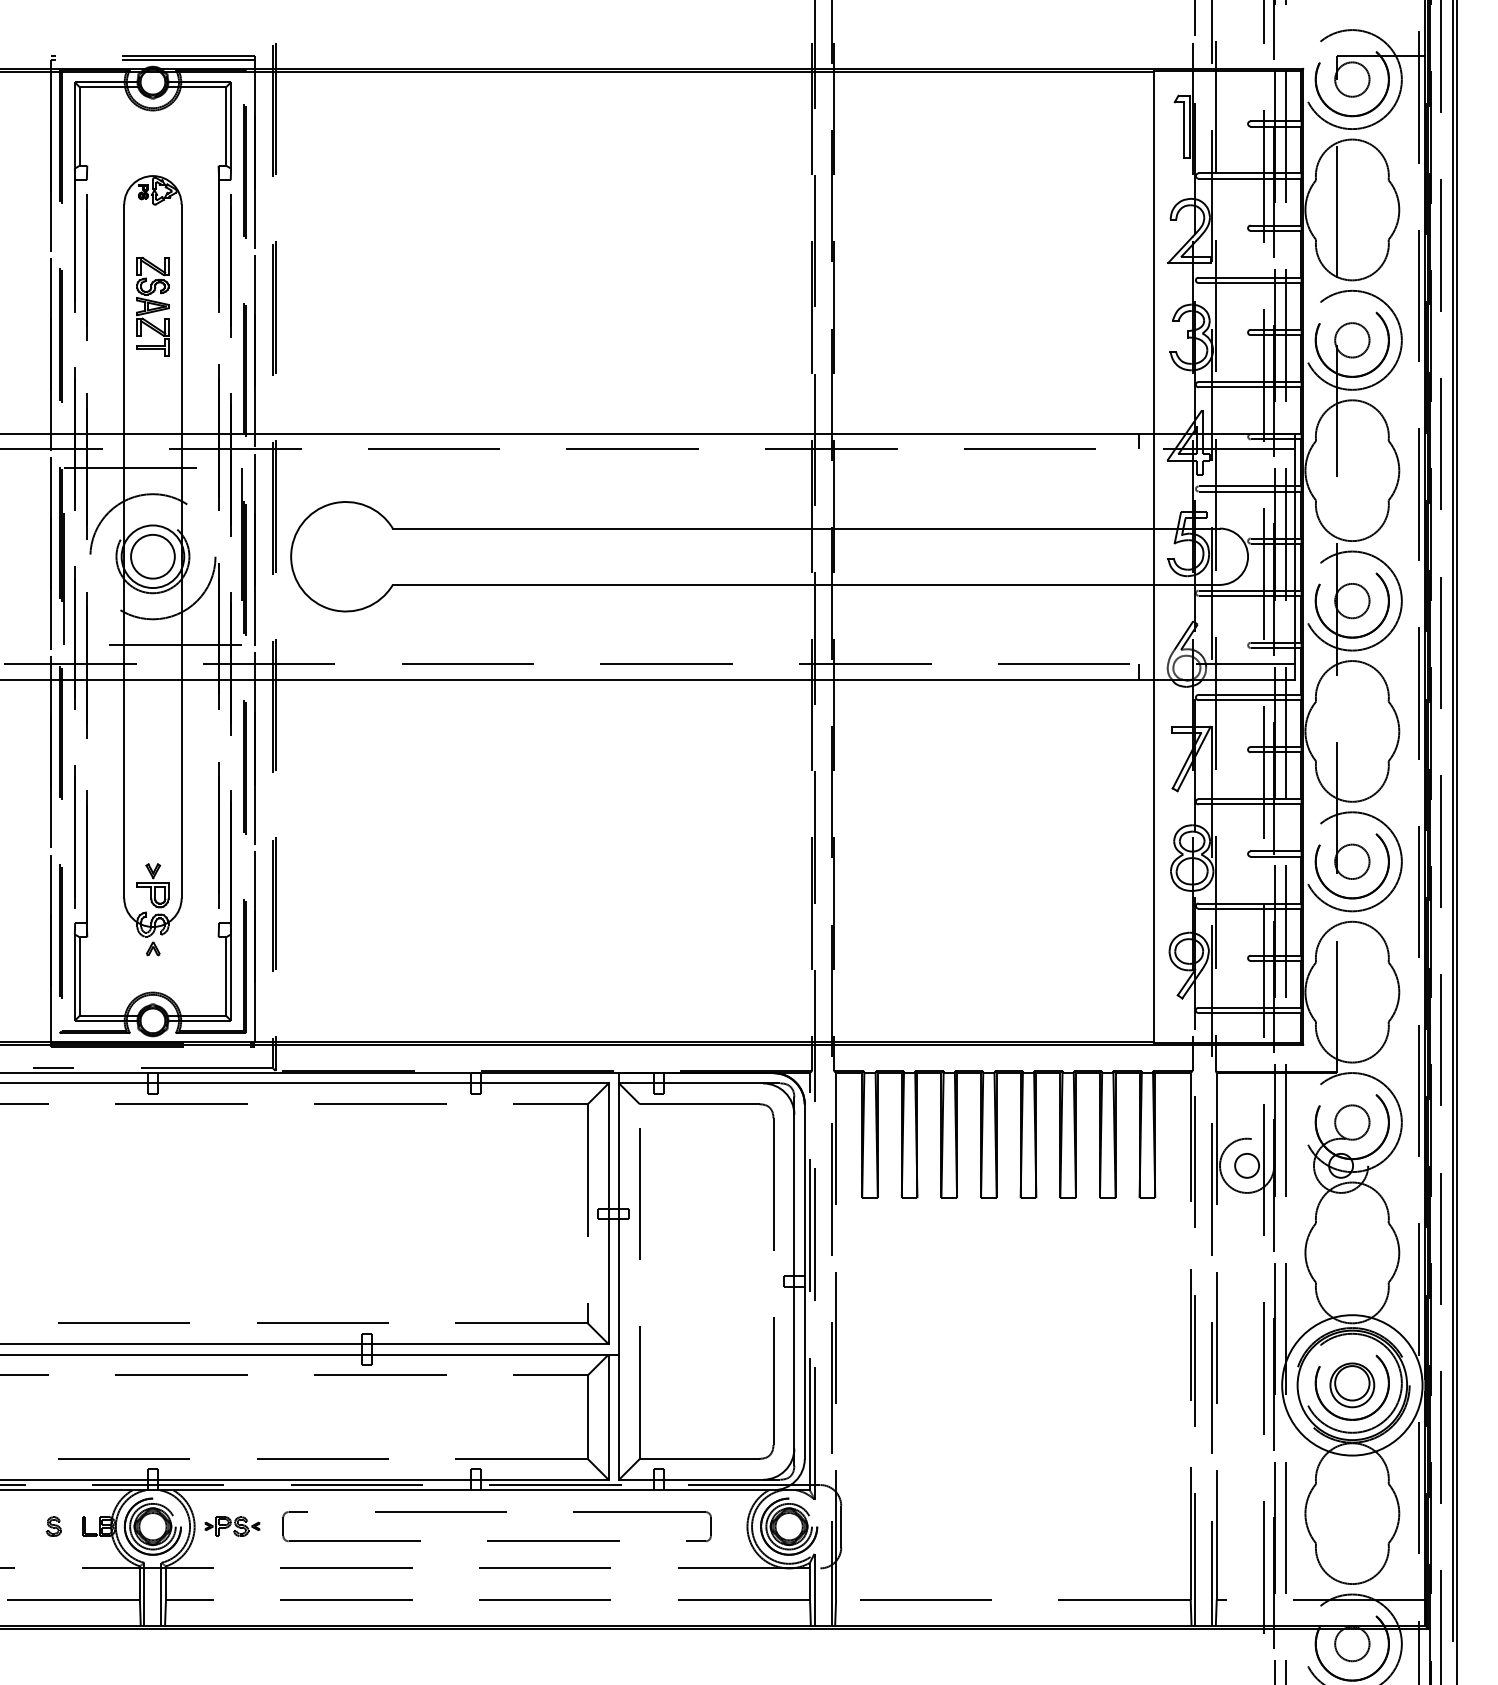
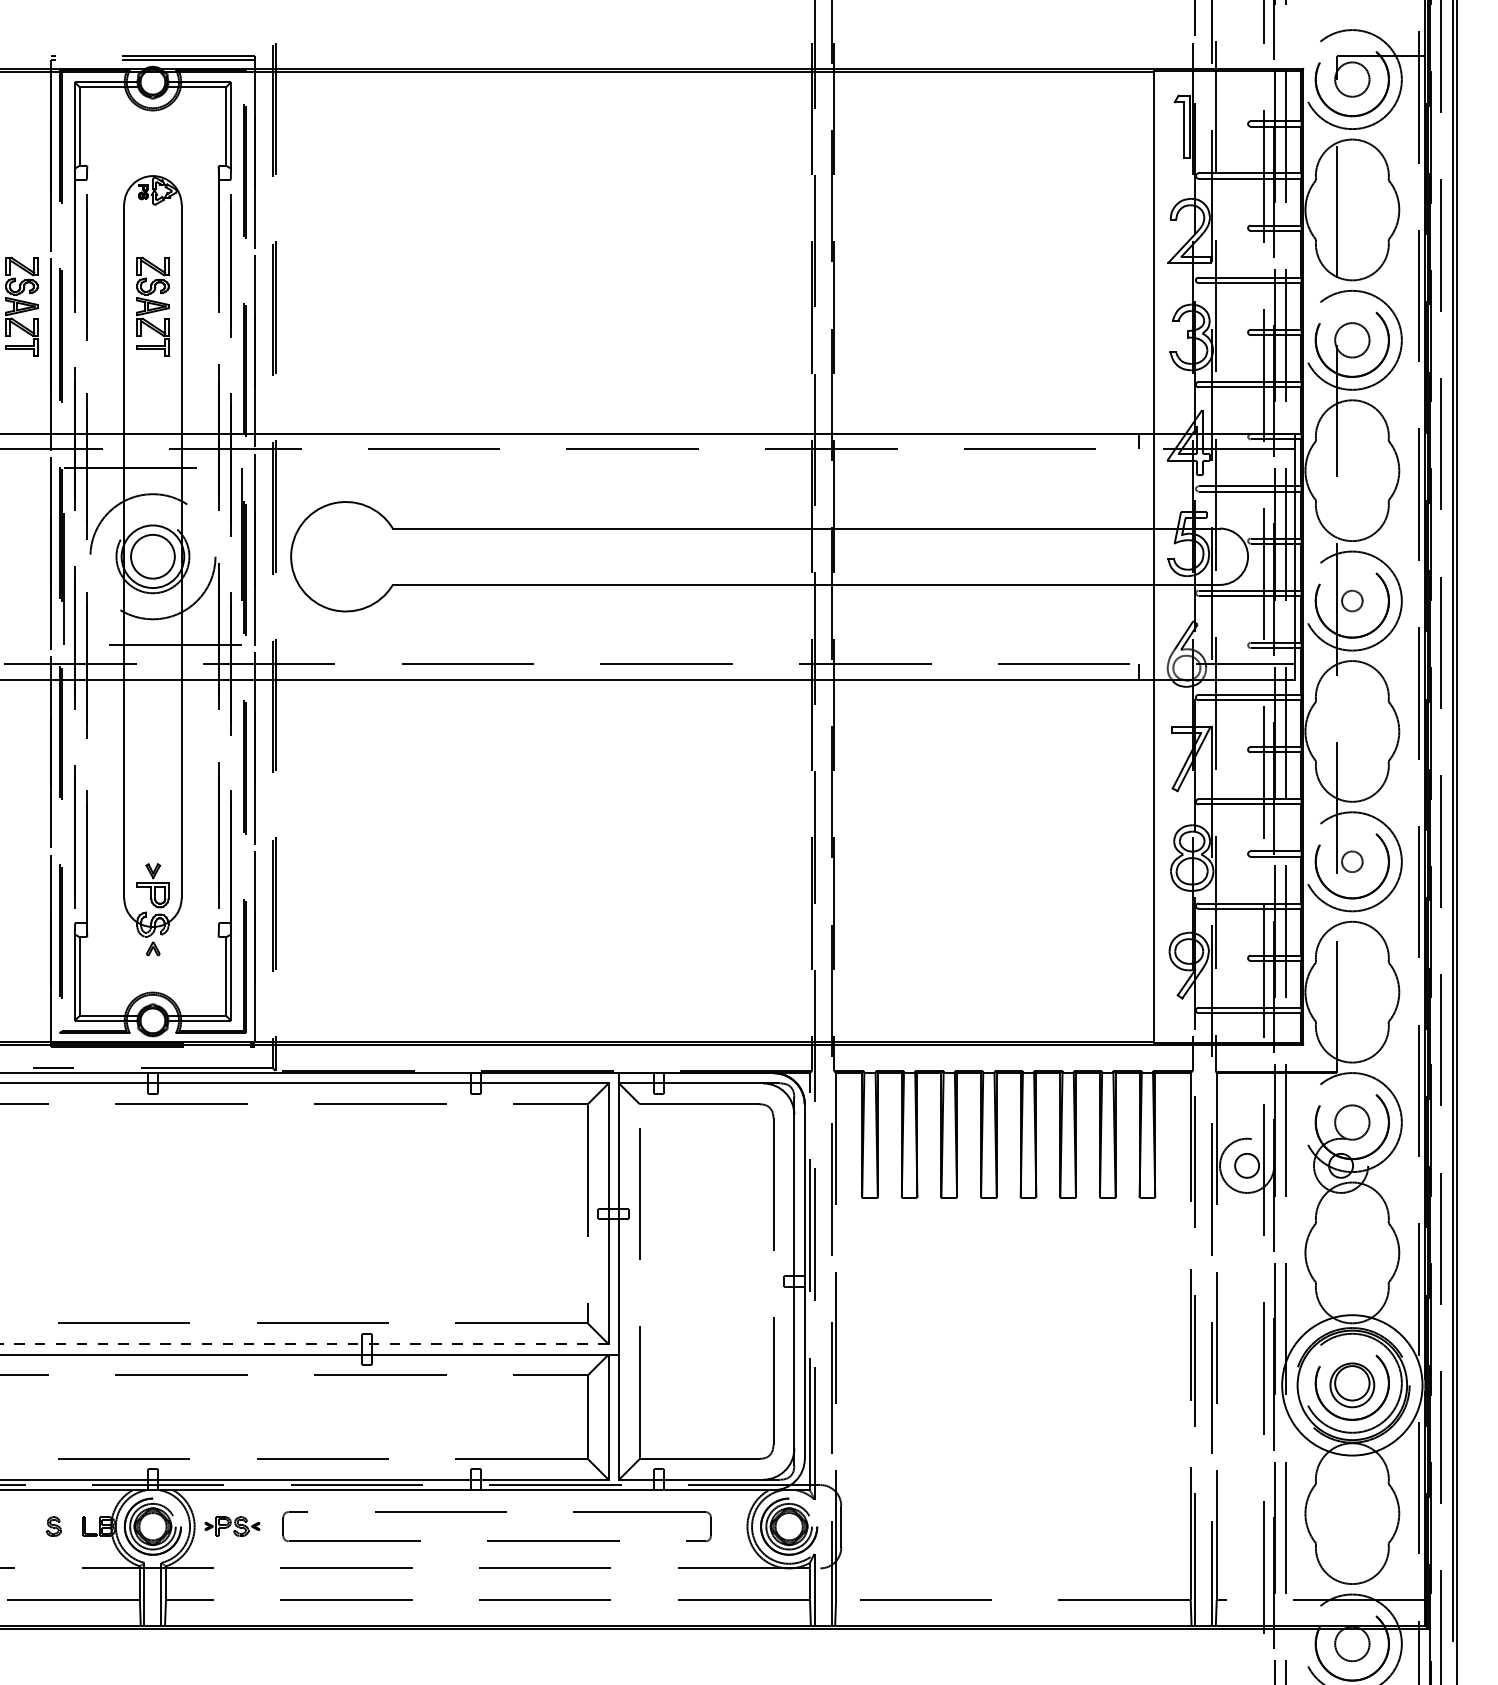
part at (21, 306): none -> present
circle at (1352, 600) diameter: 34 px -> 21 px
circle at (1352, 861) diameter: 34 px -> 21 px
line at (303, 1344): solid -> dashed
